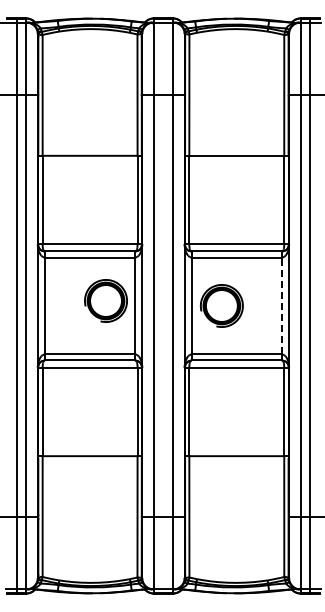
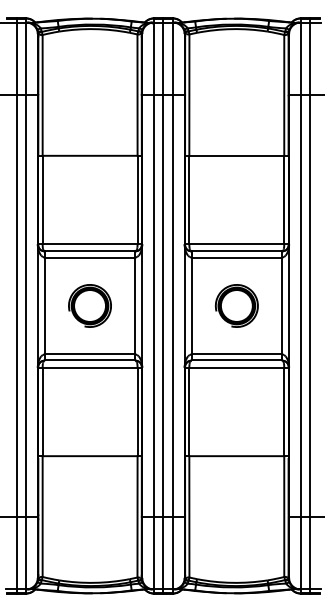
part at (105, 300) position: (105, 300) -> (89, 305)
line at (163, 305): none -> present
part at (221, 305) position: (221, 305) -> (236, 305)
line at (281, 305): dashed -> solid
